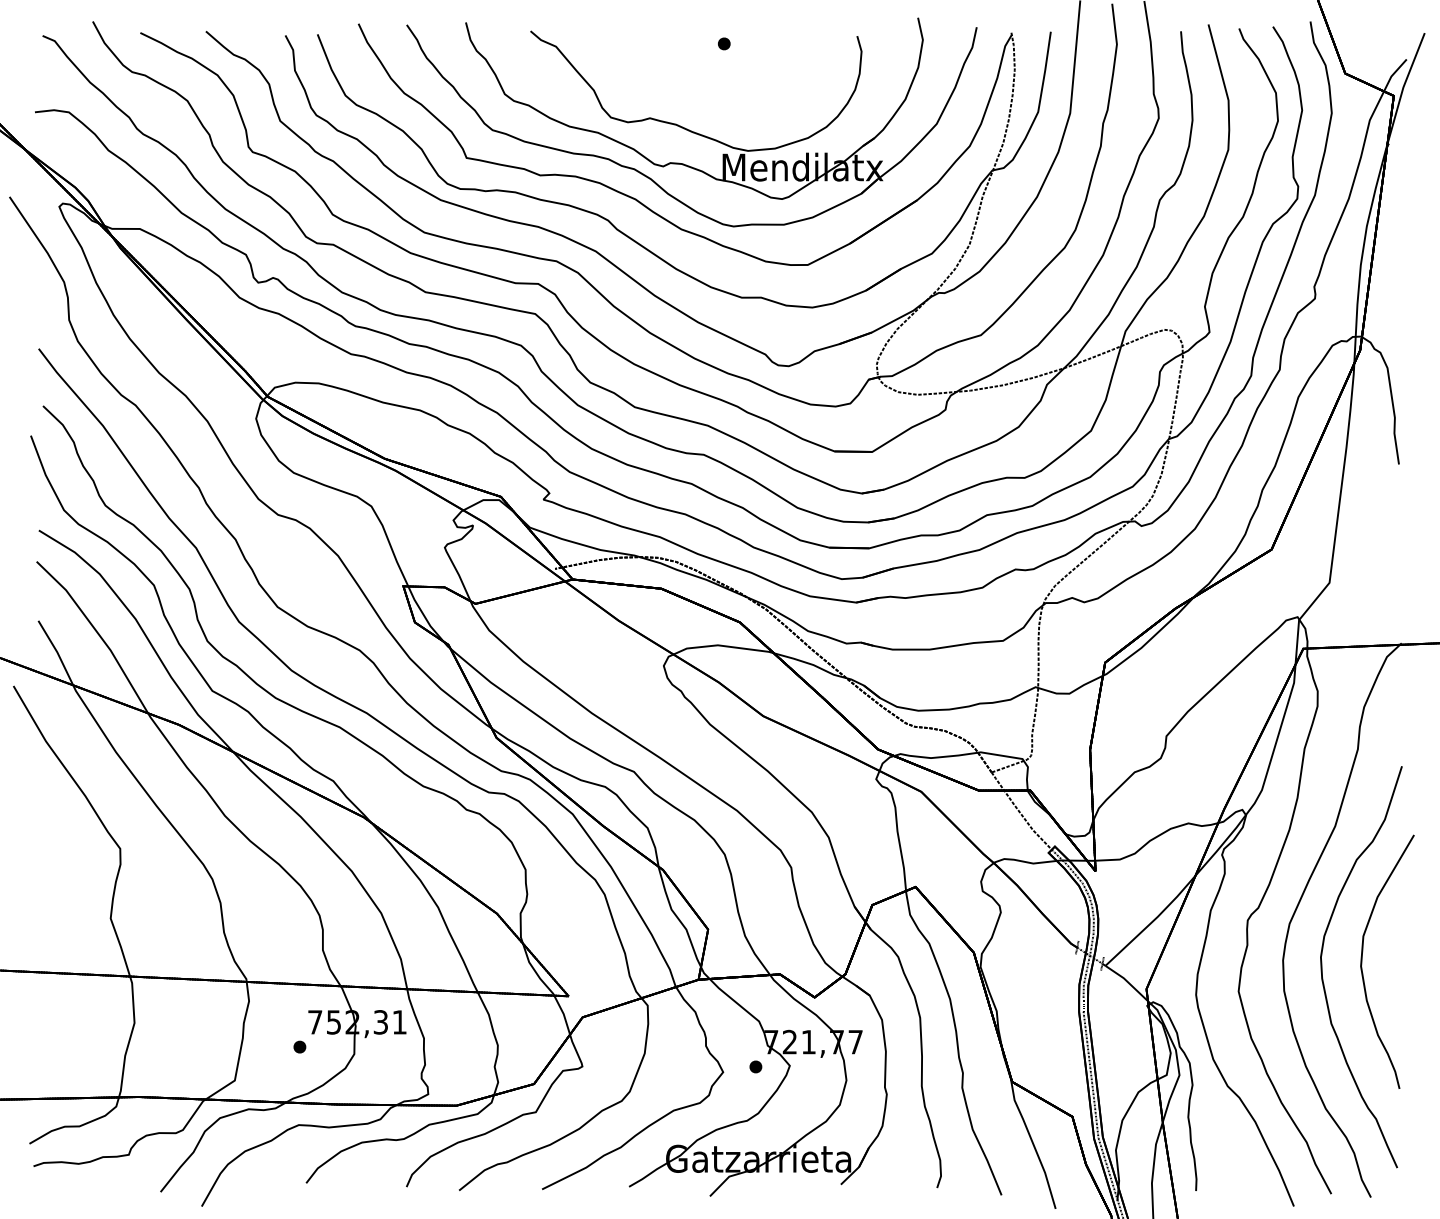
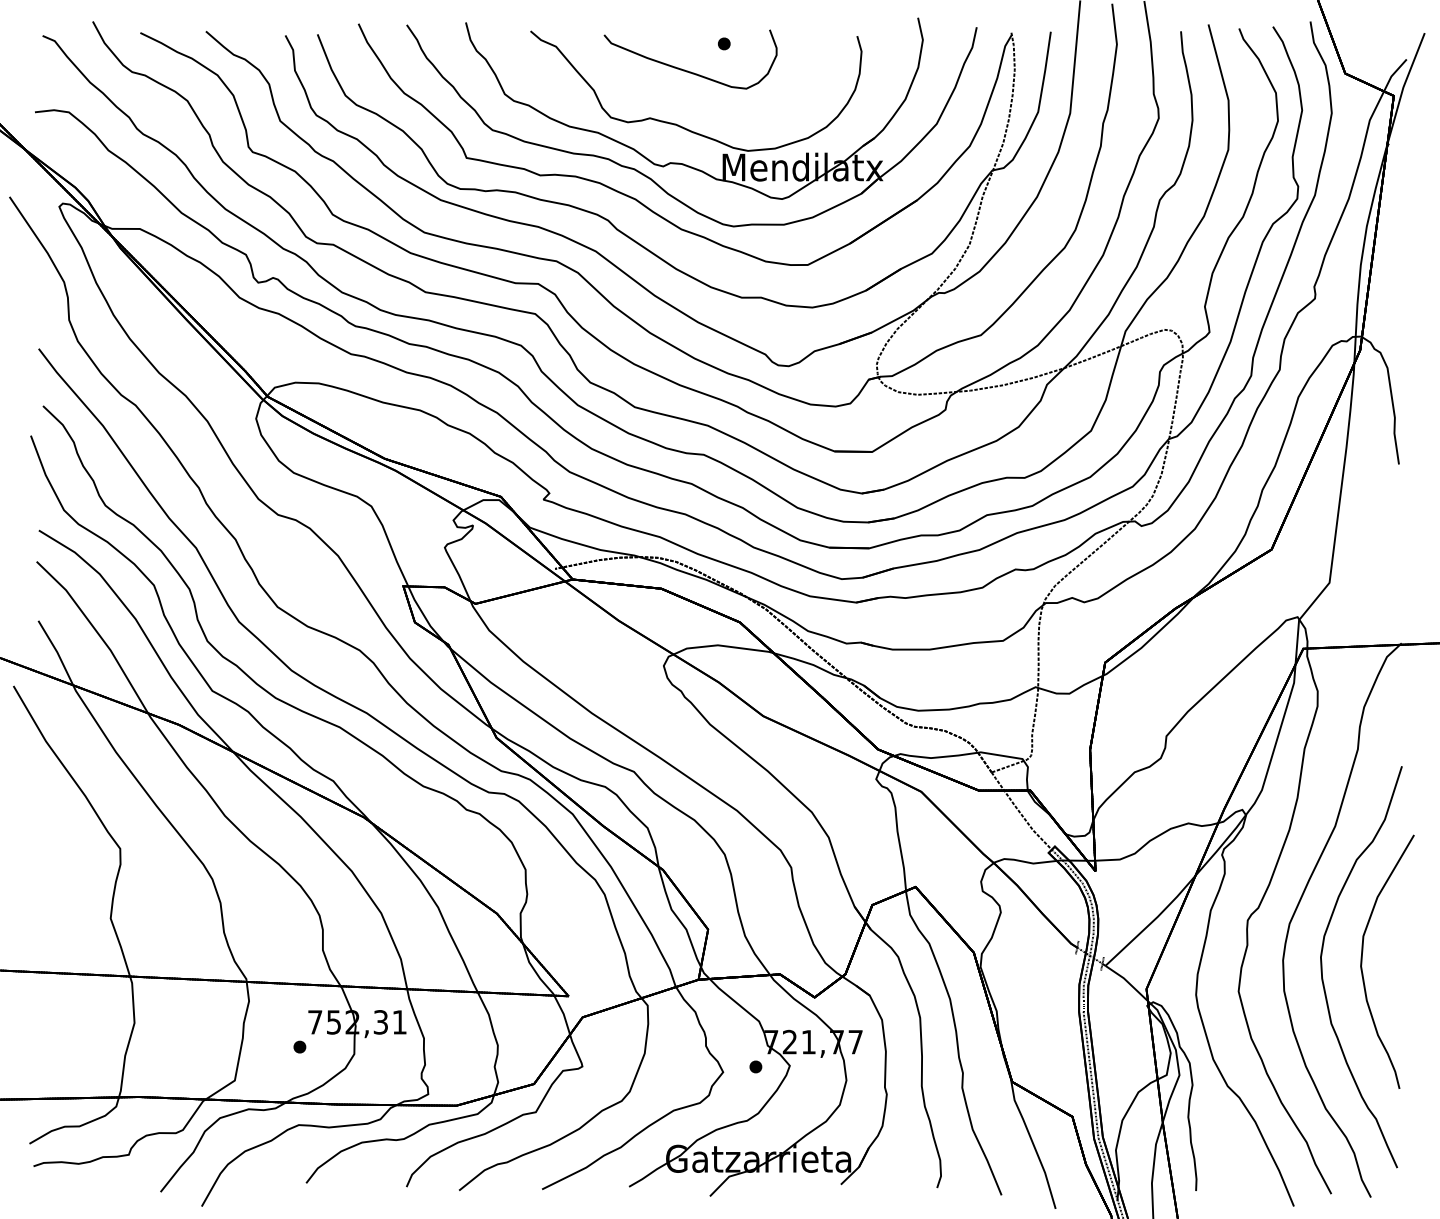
part at (687, 70): none -> present
